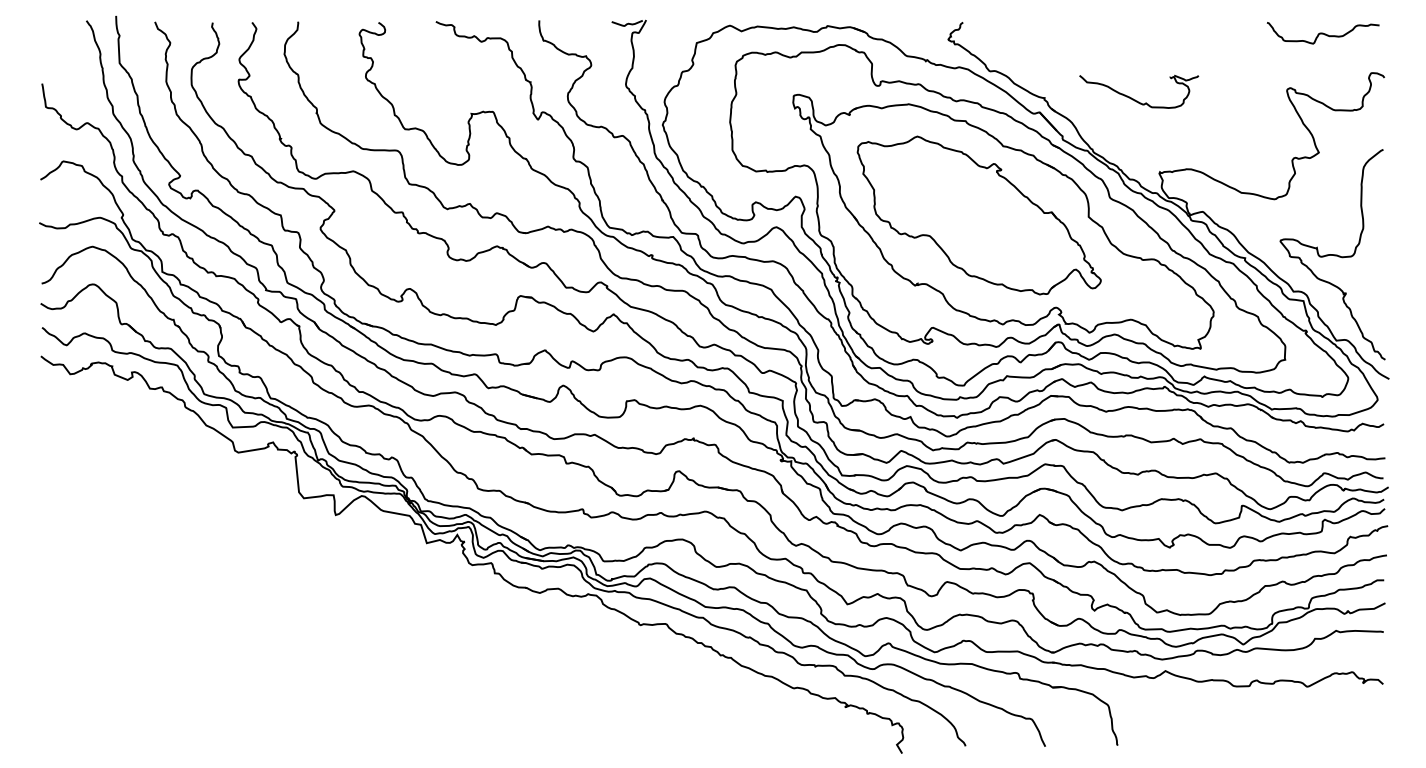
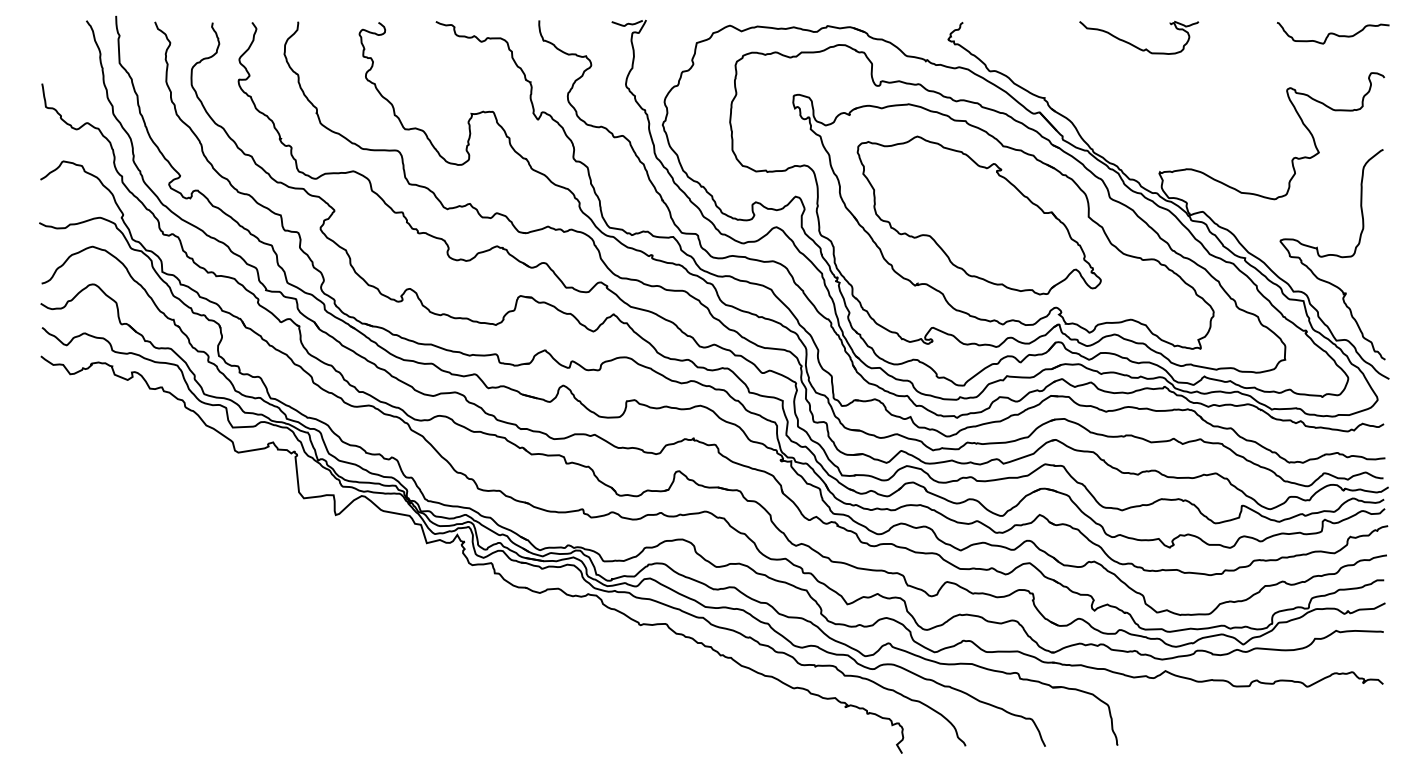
curve at (1322, 33) position: (1322, 33) -> (1332, 33)
part at (1135, 99) position: (1135, 99) -> (1135, 45)
